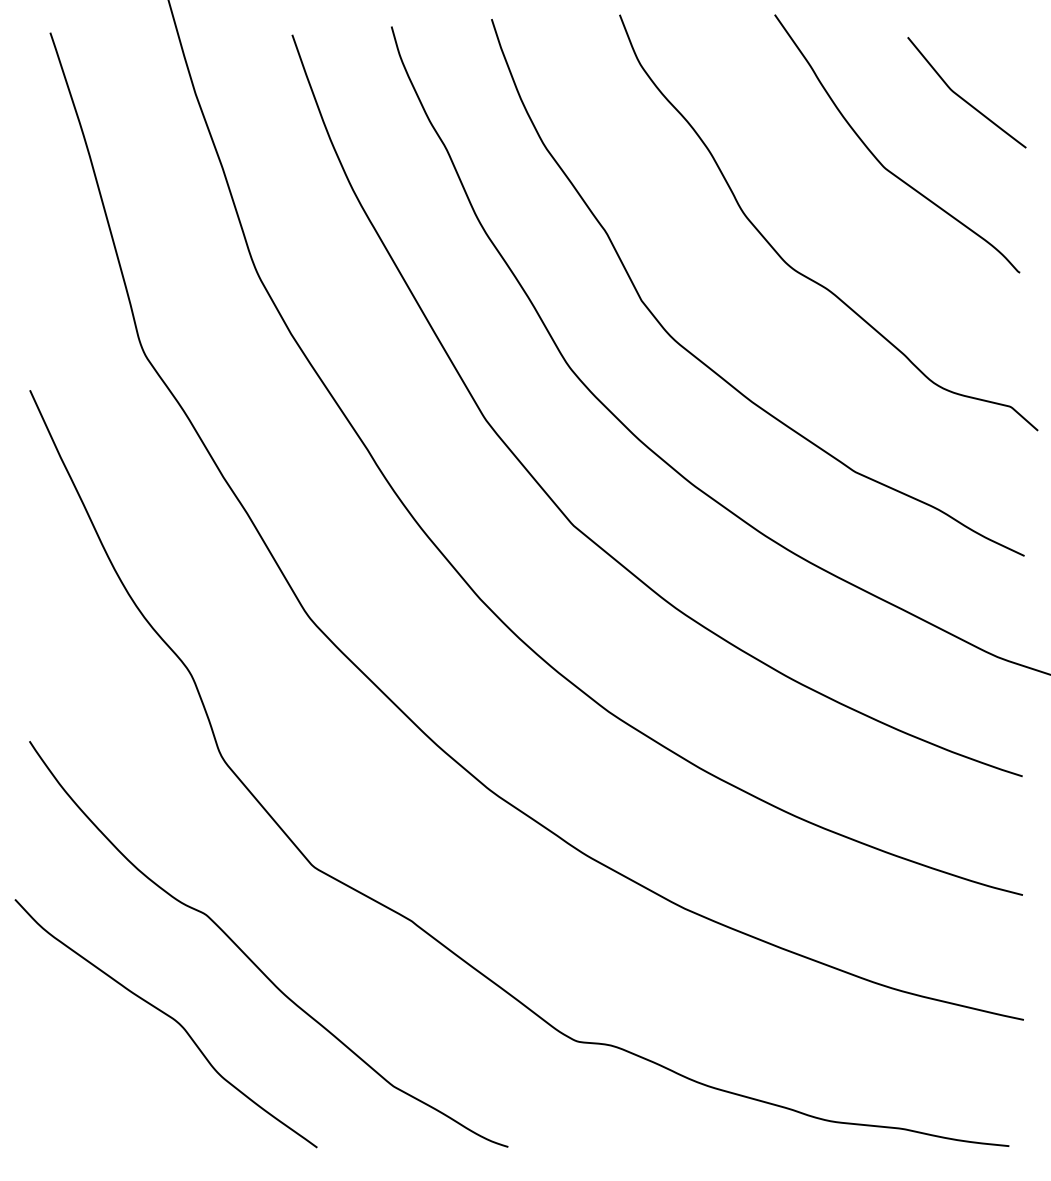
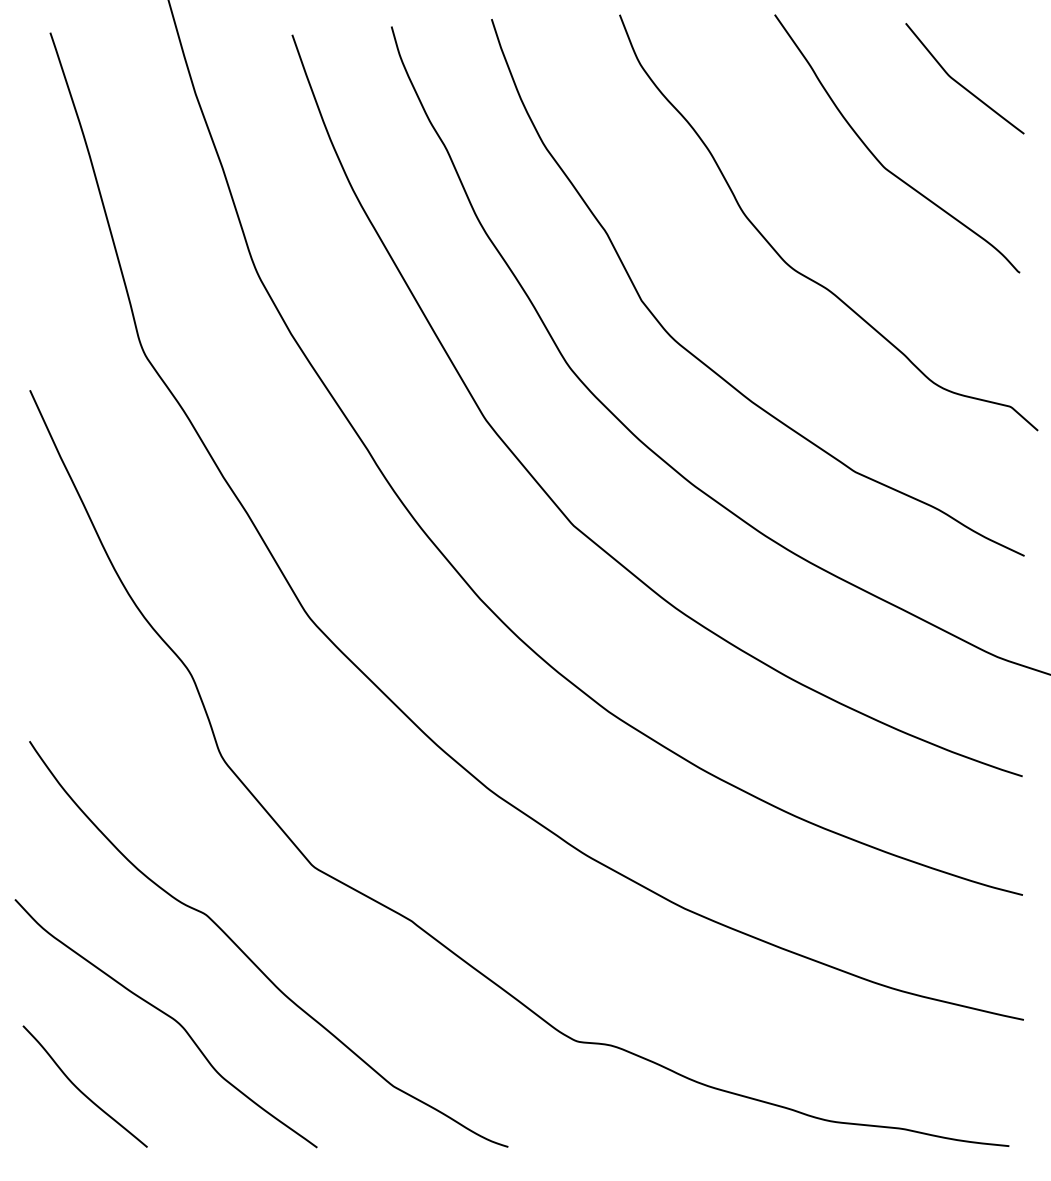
curve at (961, 96) position: (961, 96) -> (959, 82)
curve at (80, 1089): none -> present
